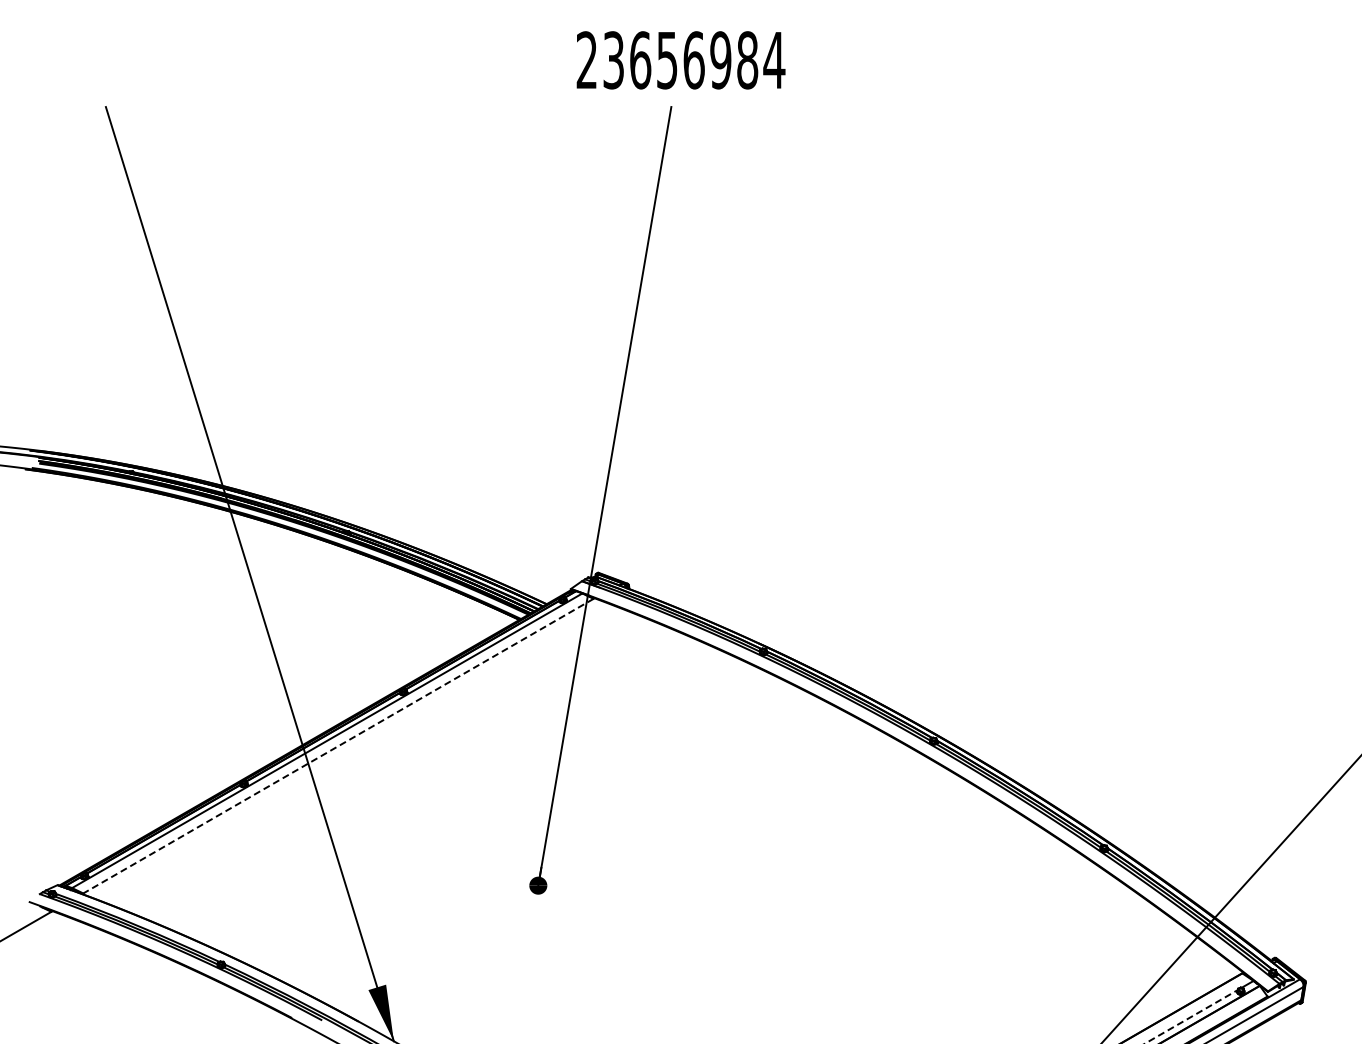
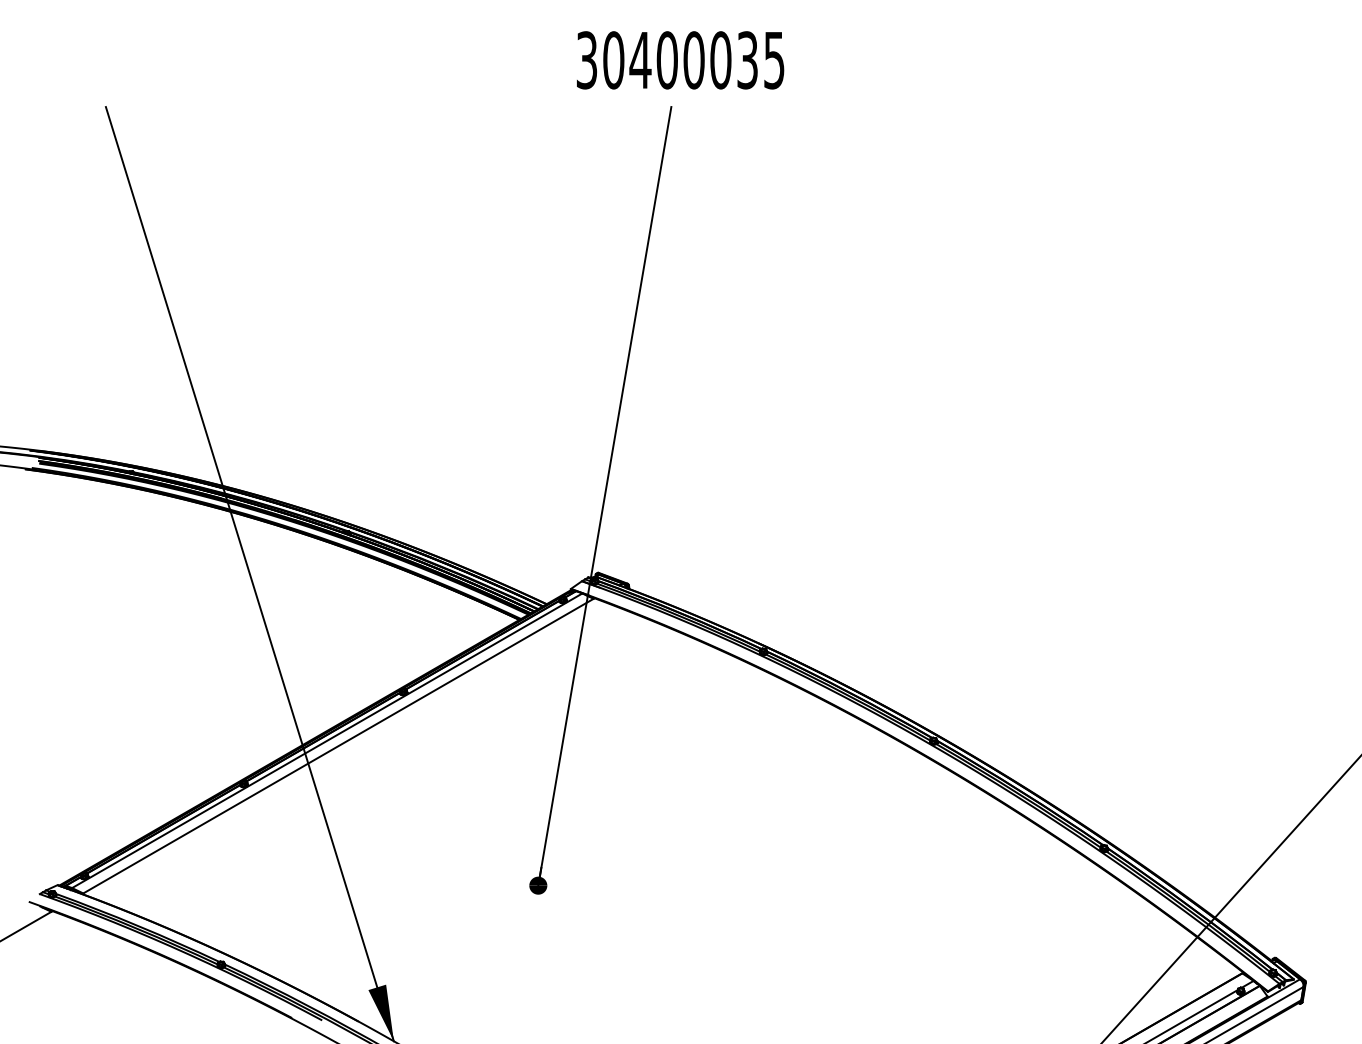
text at (680, 60): 23656984 -> 30400035
line at (338, 746): dashed -> solid
line at (1191, 1016): dashed -> solid
